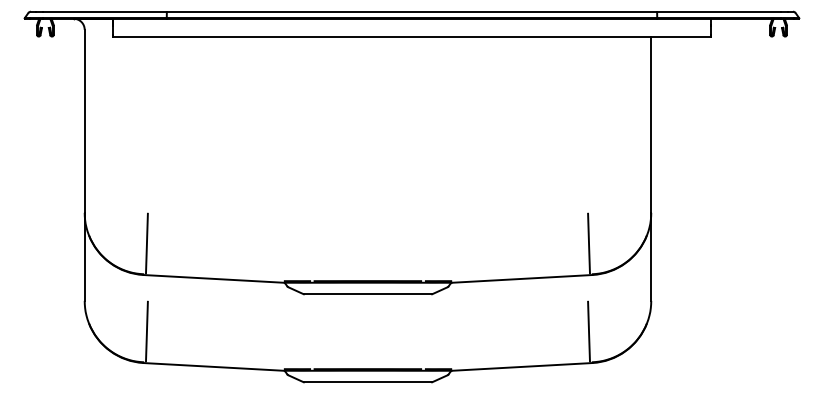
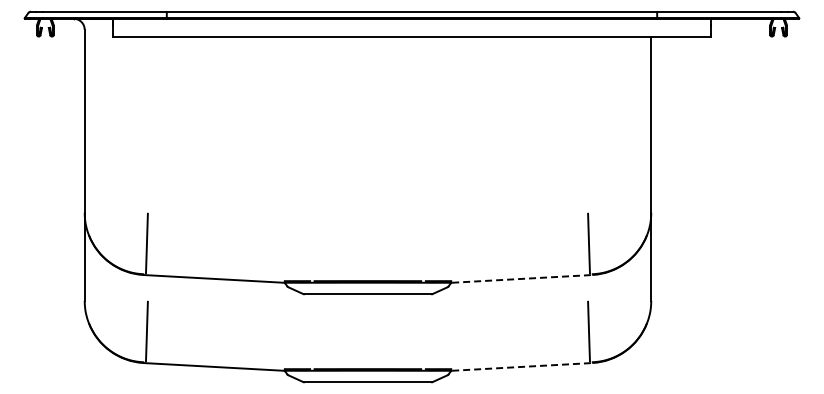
line at (522, 278): solid -> dashed
line at (522, 366): solid -> dashed
